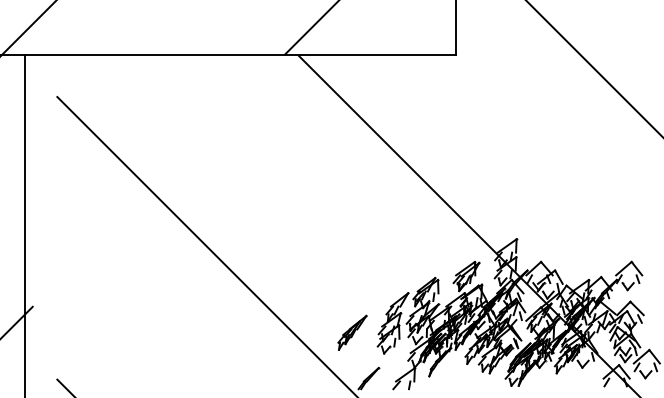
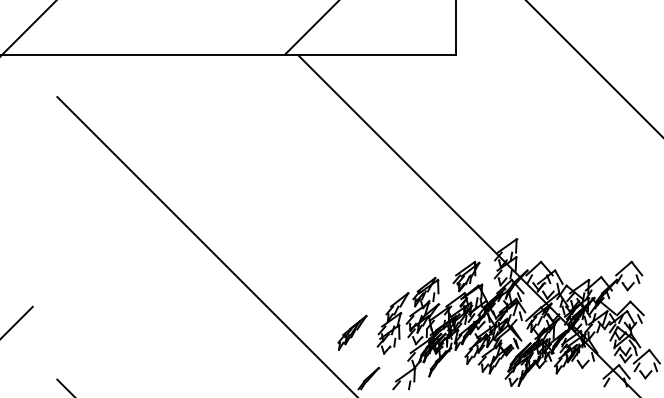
line at (24, 224): present -> none
